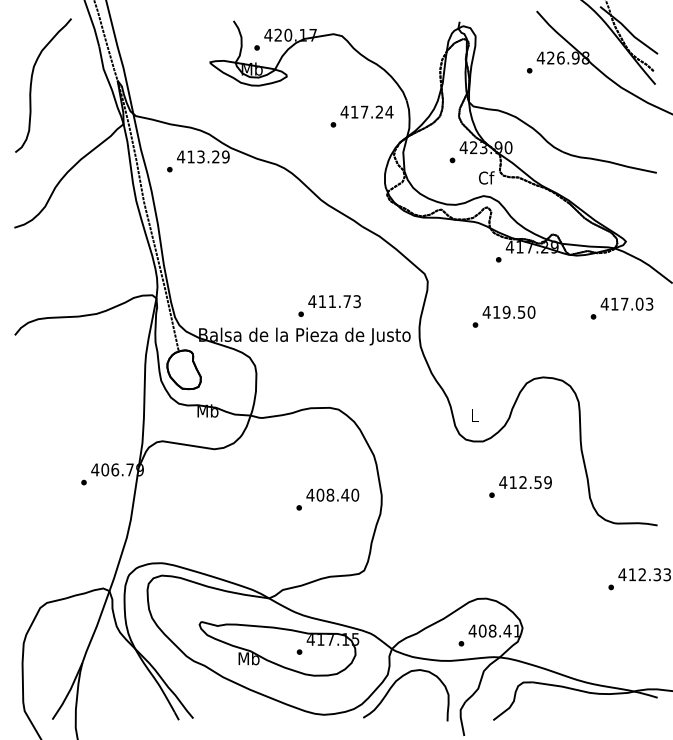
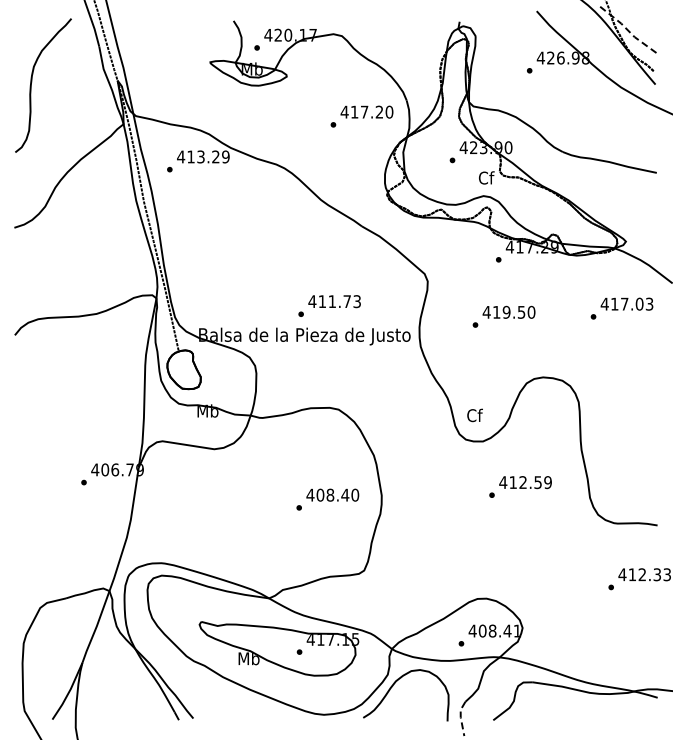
line at (628, 31): solid -> dashed
text at (389, 111): 417.24 -> 417.20
text at (474, 415): L -> Cf
line at (460, 717): solid -> dashed
